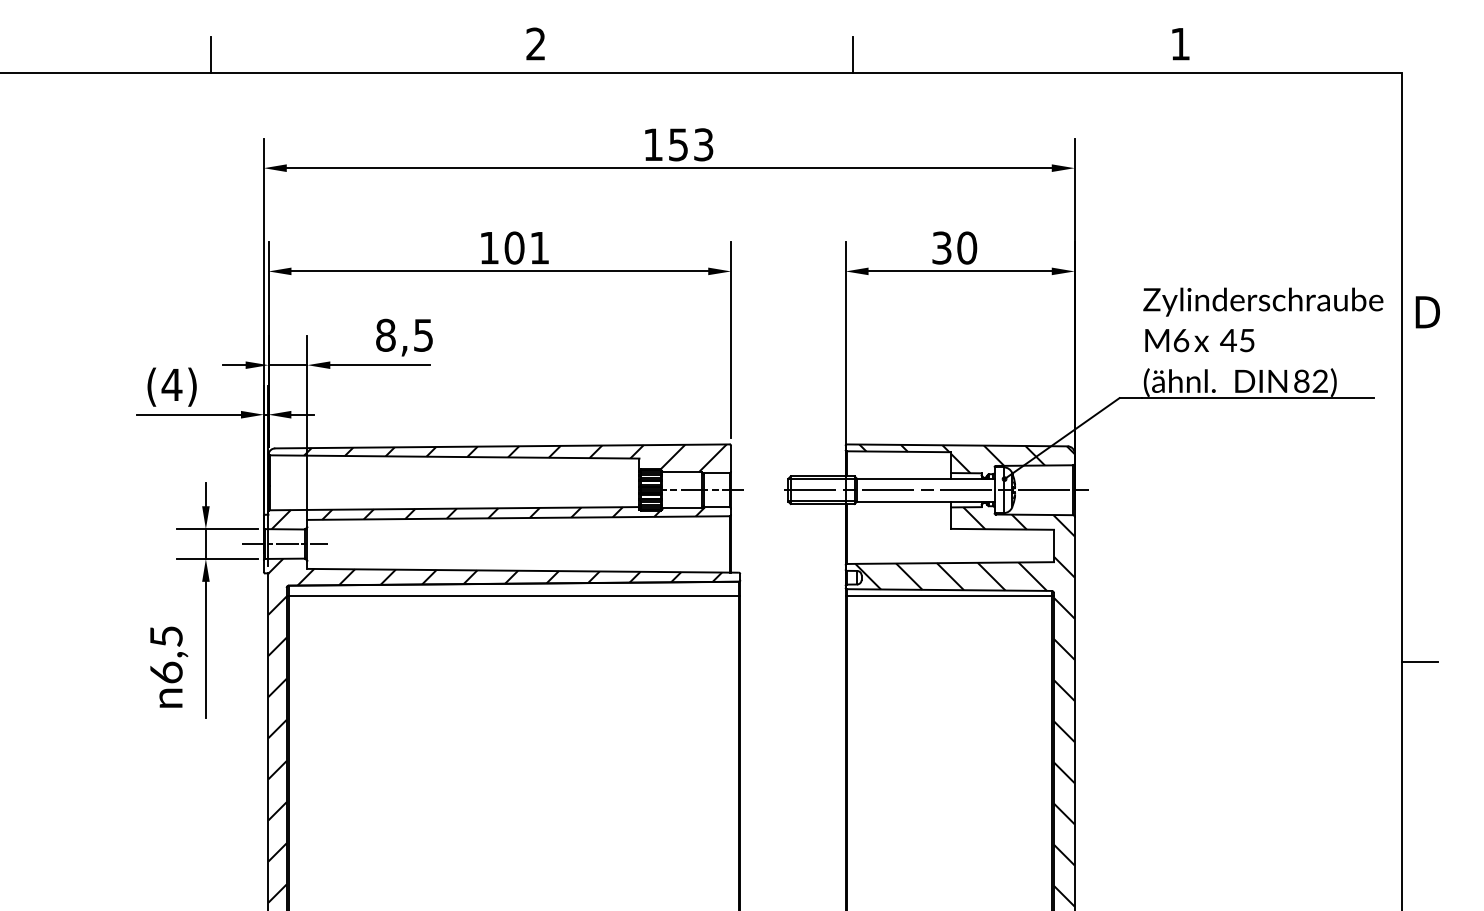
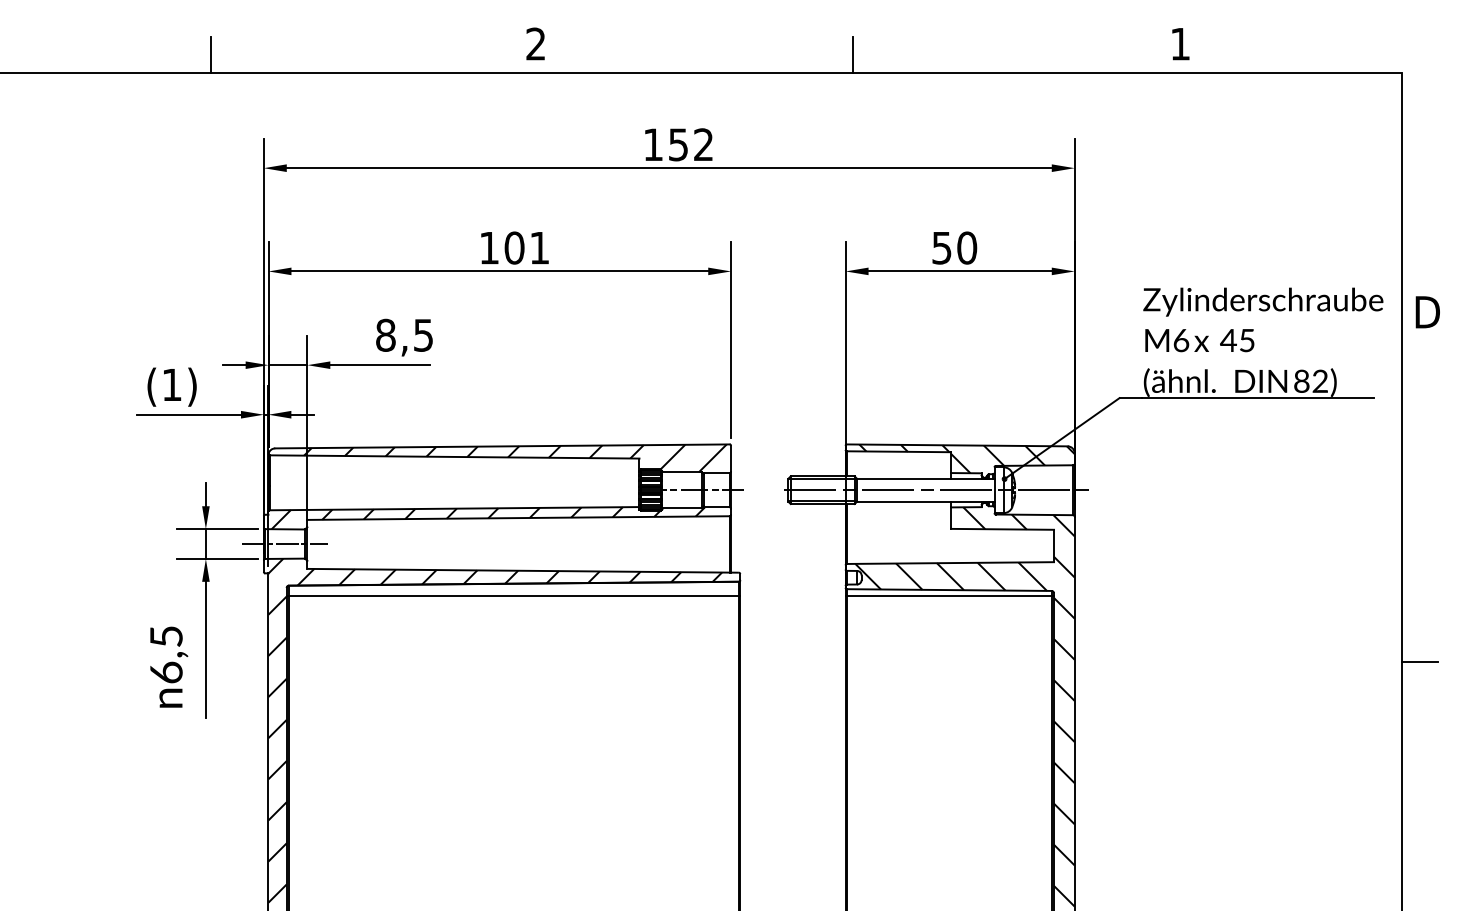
text at (703, 144): 153 -> 152
text at (942, 247): 30 -> 50
text at (171, 384): (4) -> (1)
